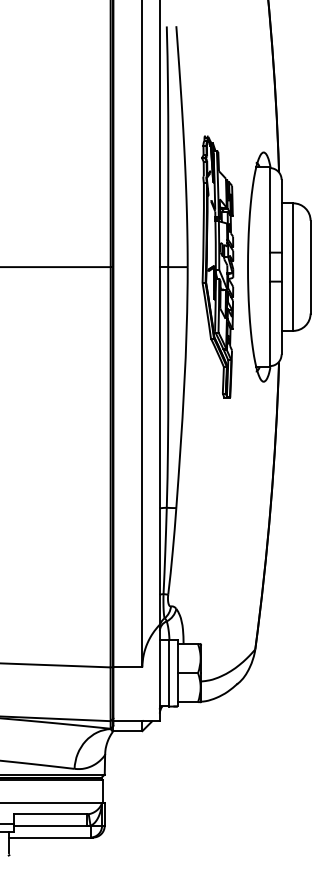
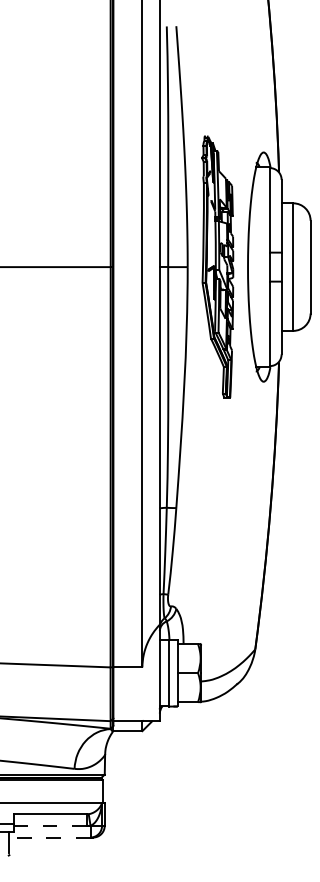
line at (49, 825): solid -> dashed
line at (49, 837): solid -> dashed
